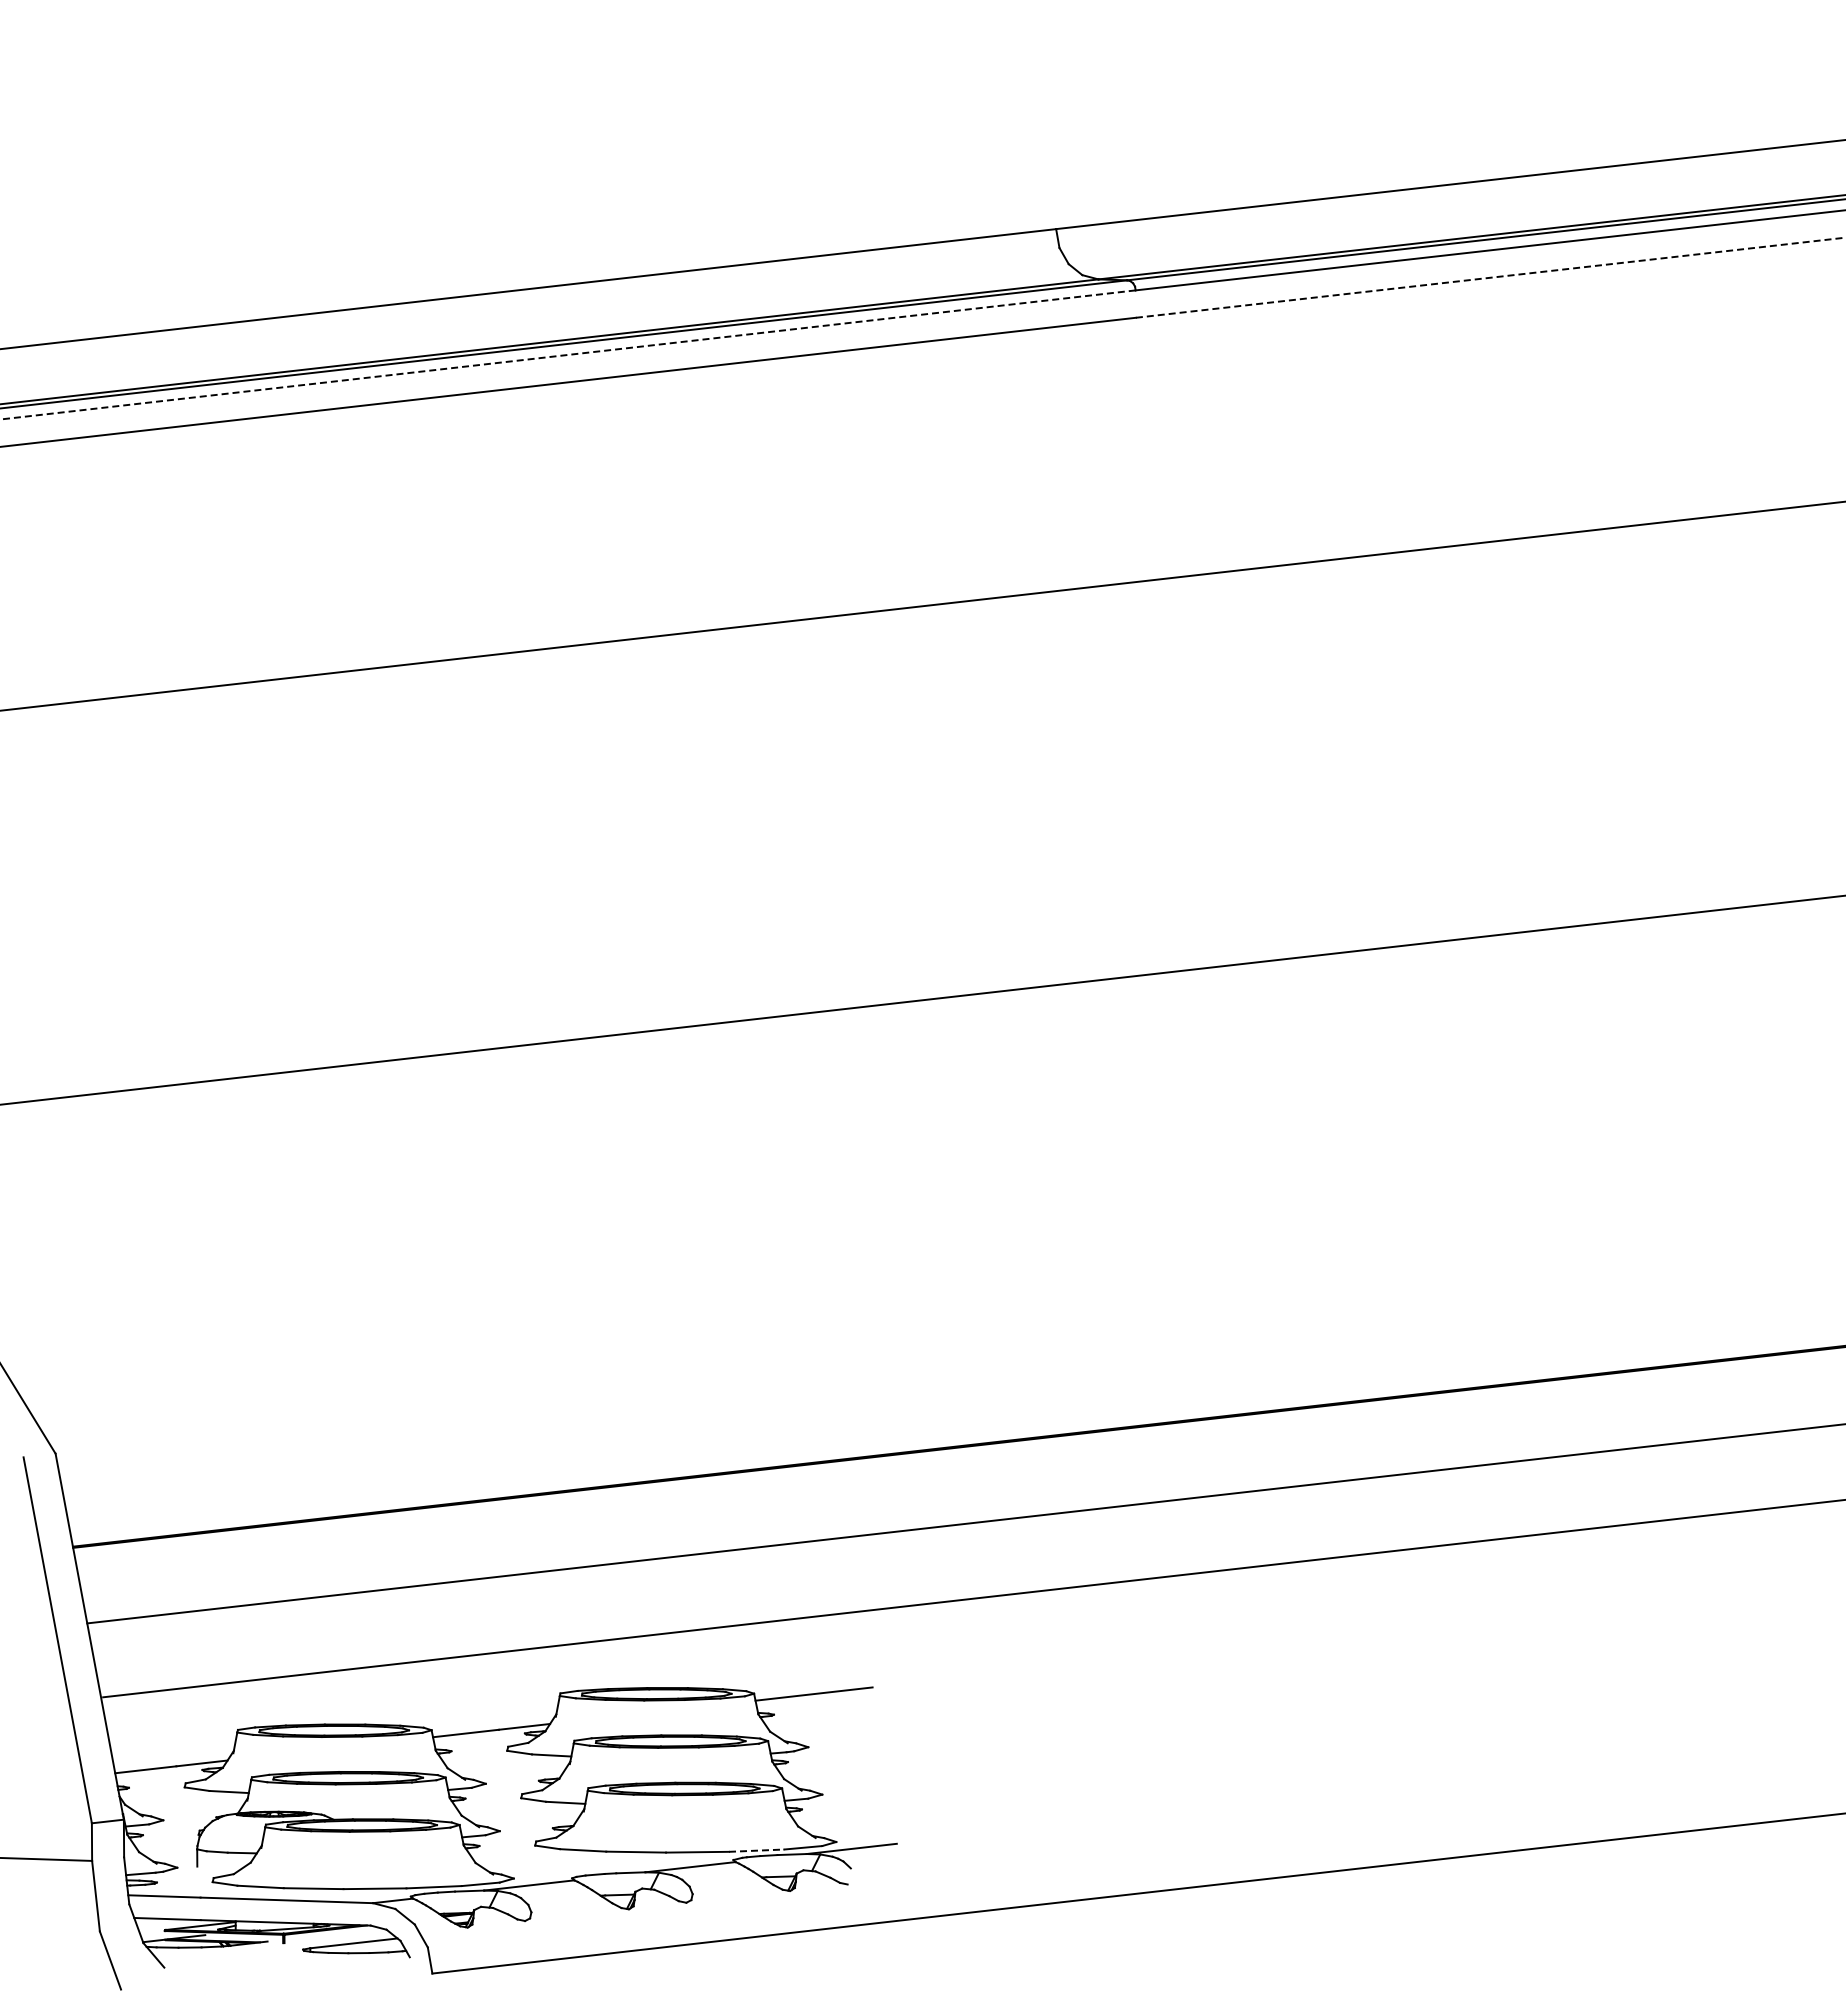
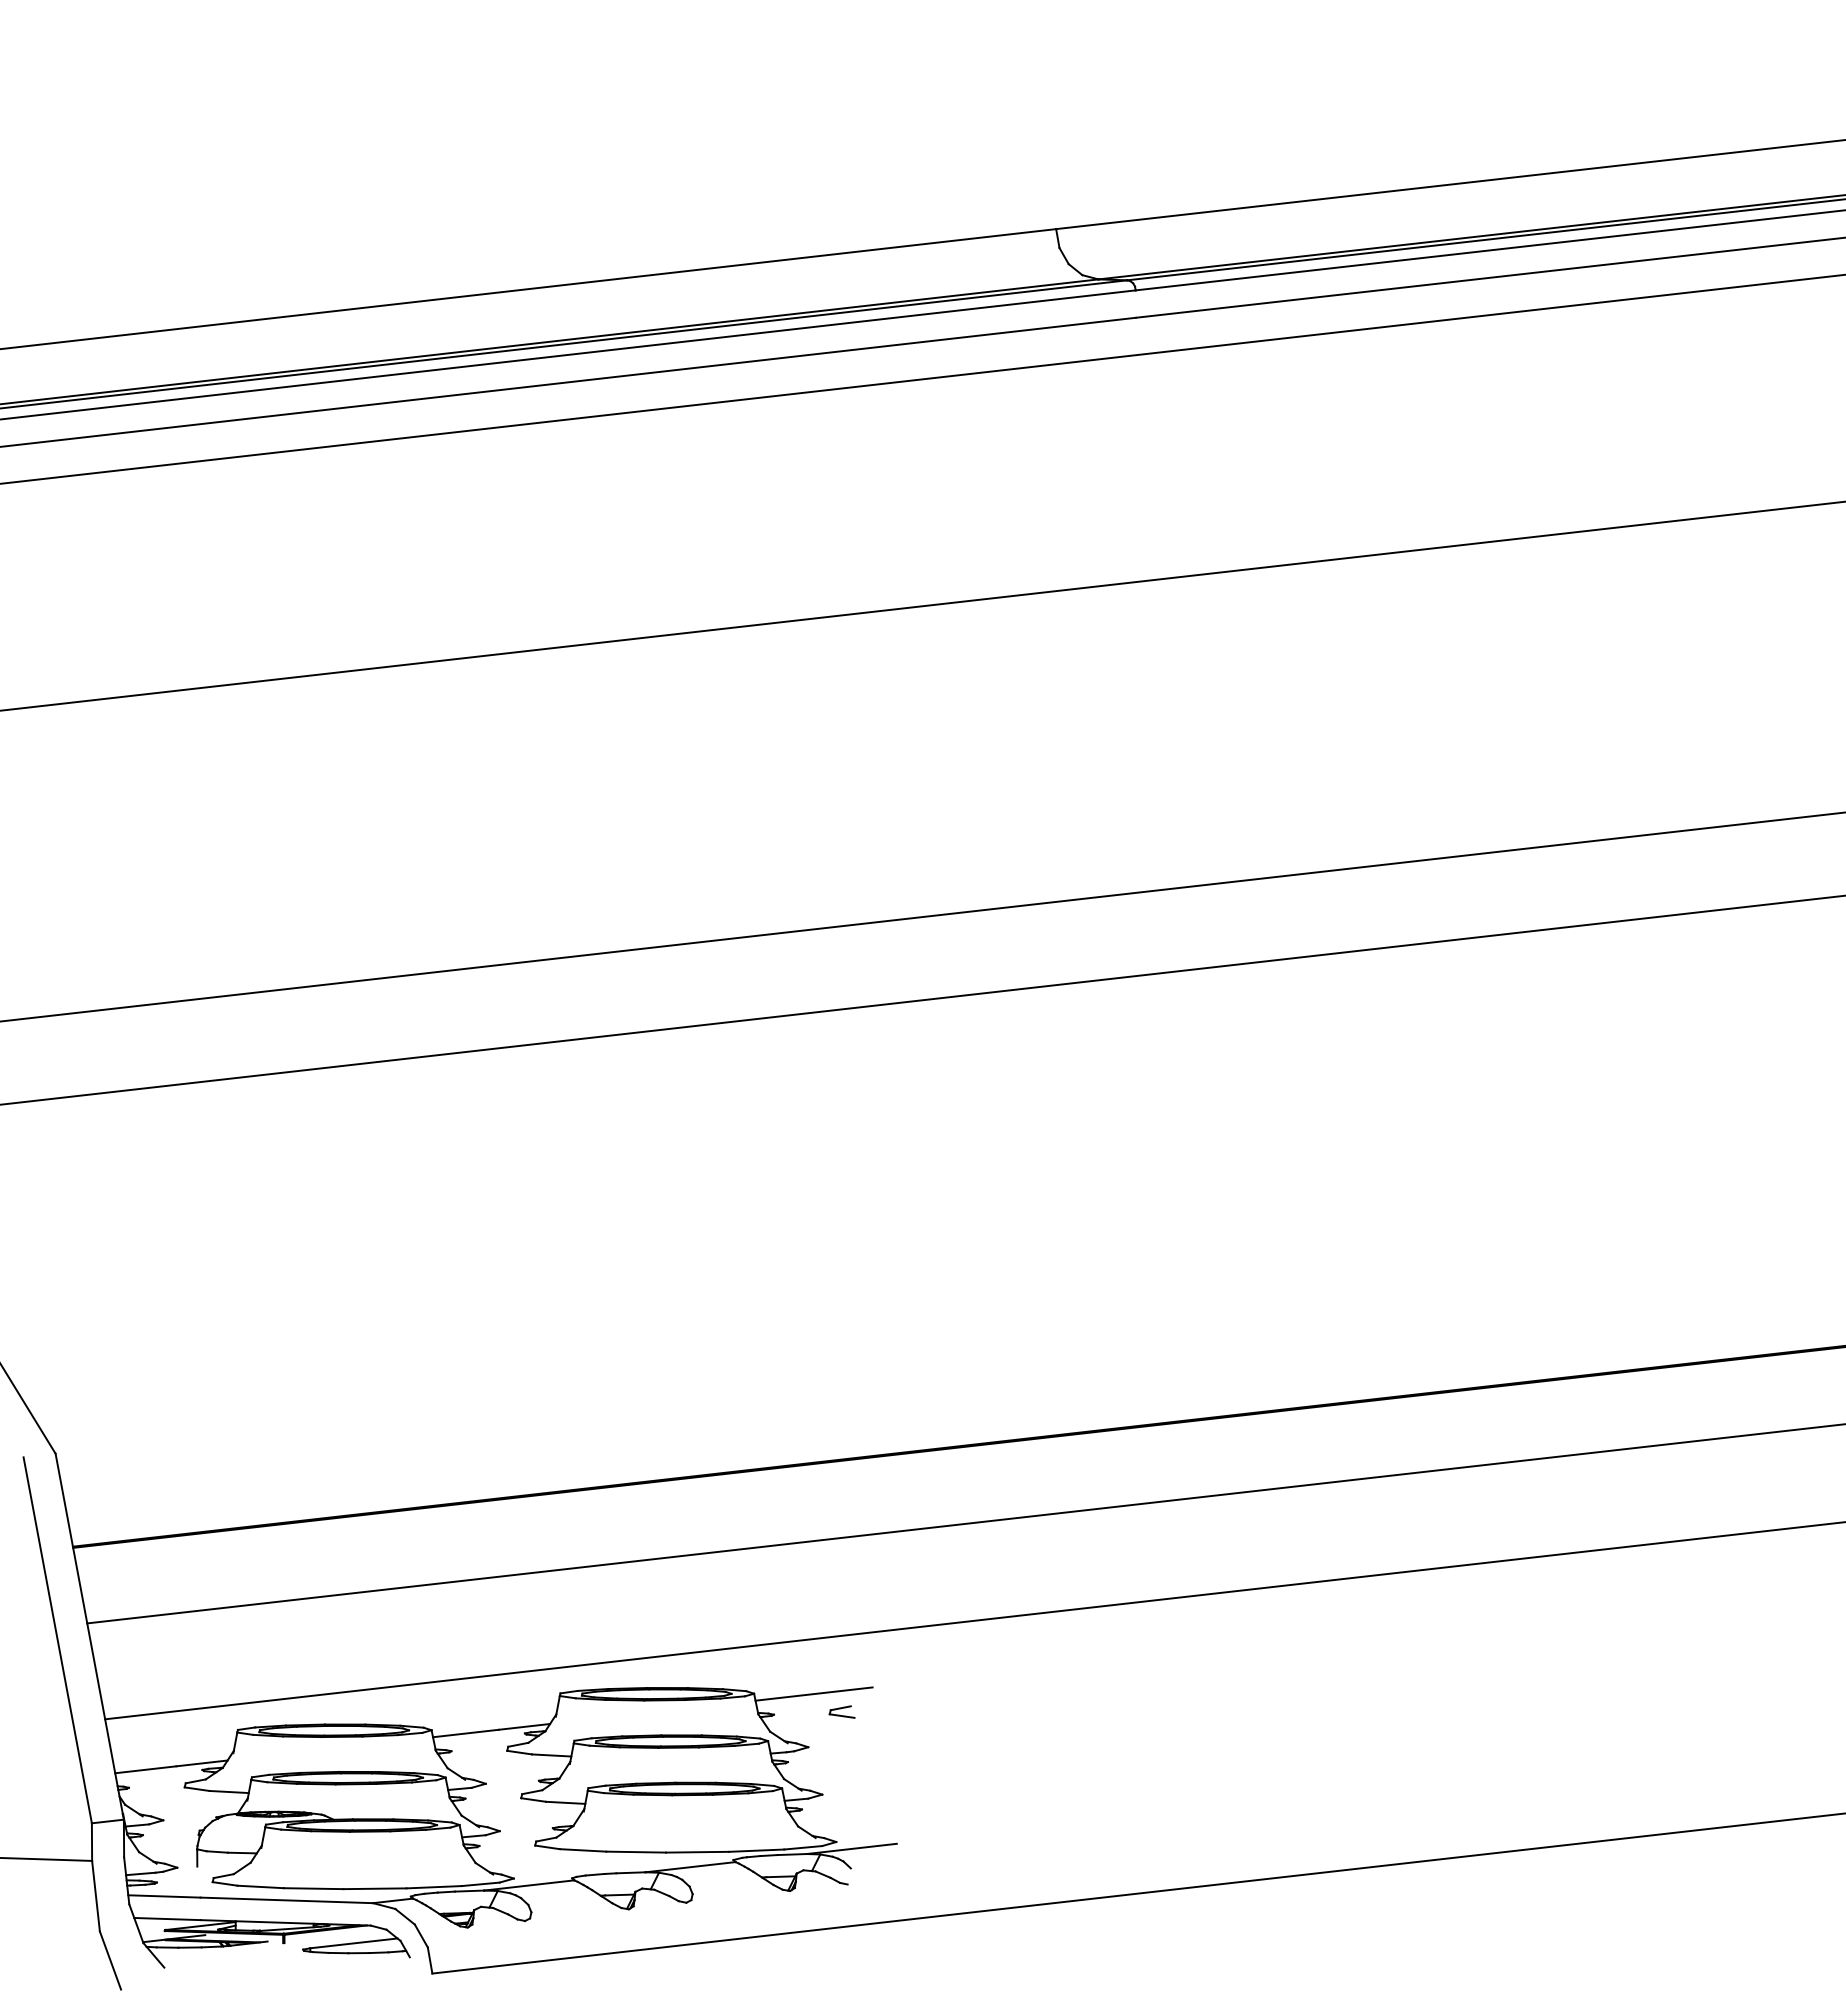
line at (1490, 277): dashed -> solid
line at (567, 355): dashed -> solid
line at (922, 379): none -> present
line at (922, 916): none -> present
line at (972, 1598) position: (972, 1598) -> (973, 1620)
part at (841, 1711): none -> present
line at (756, 1850): dashed -> solid
